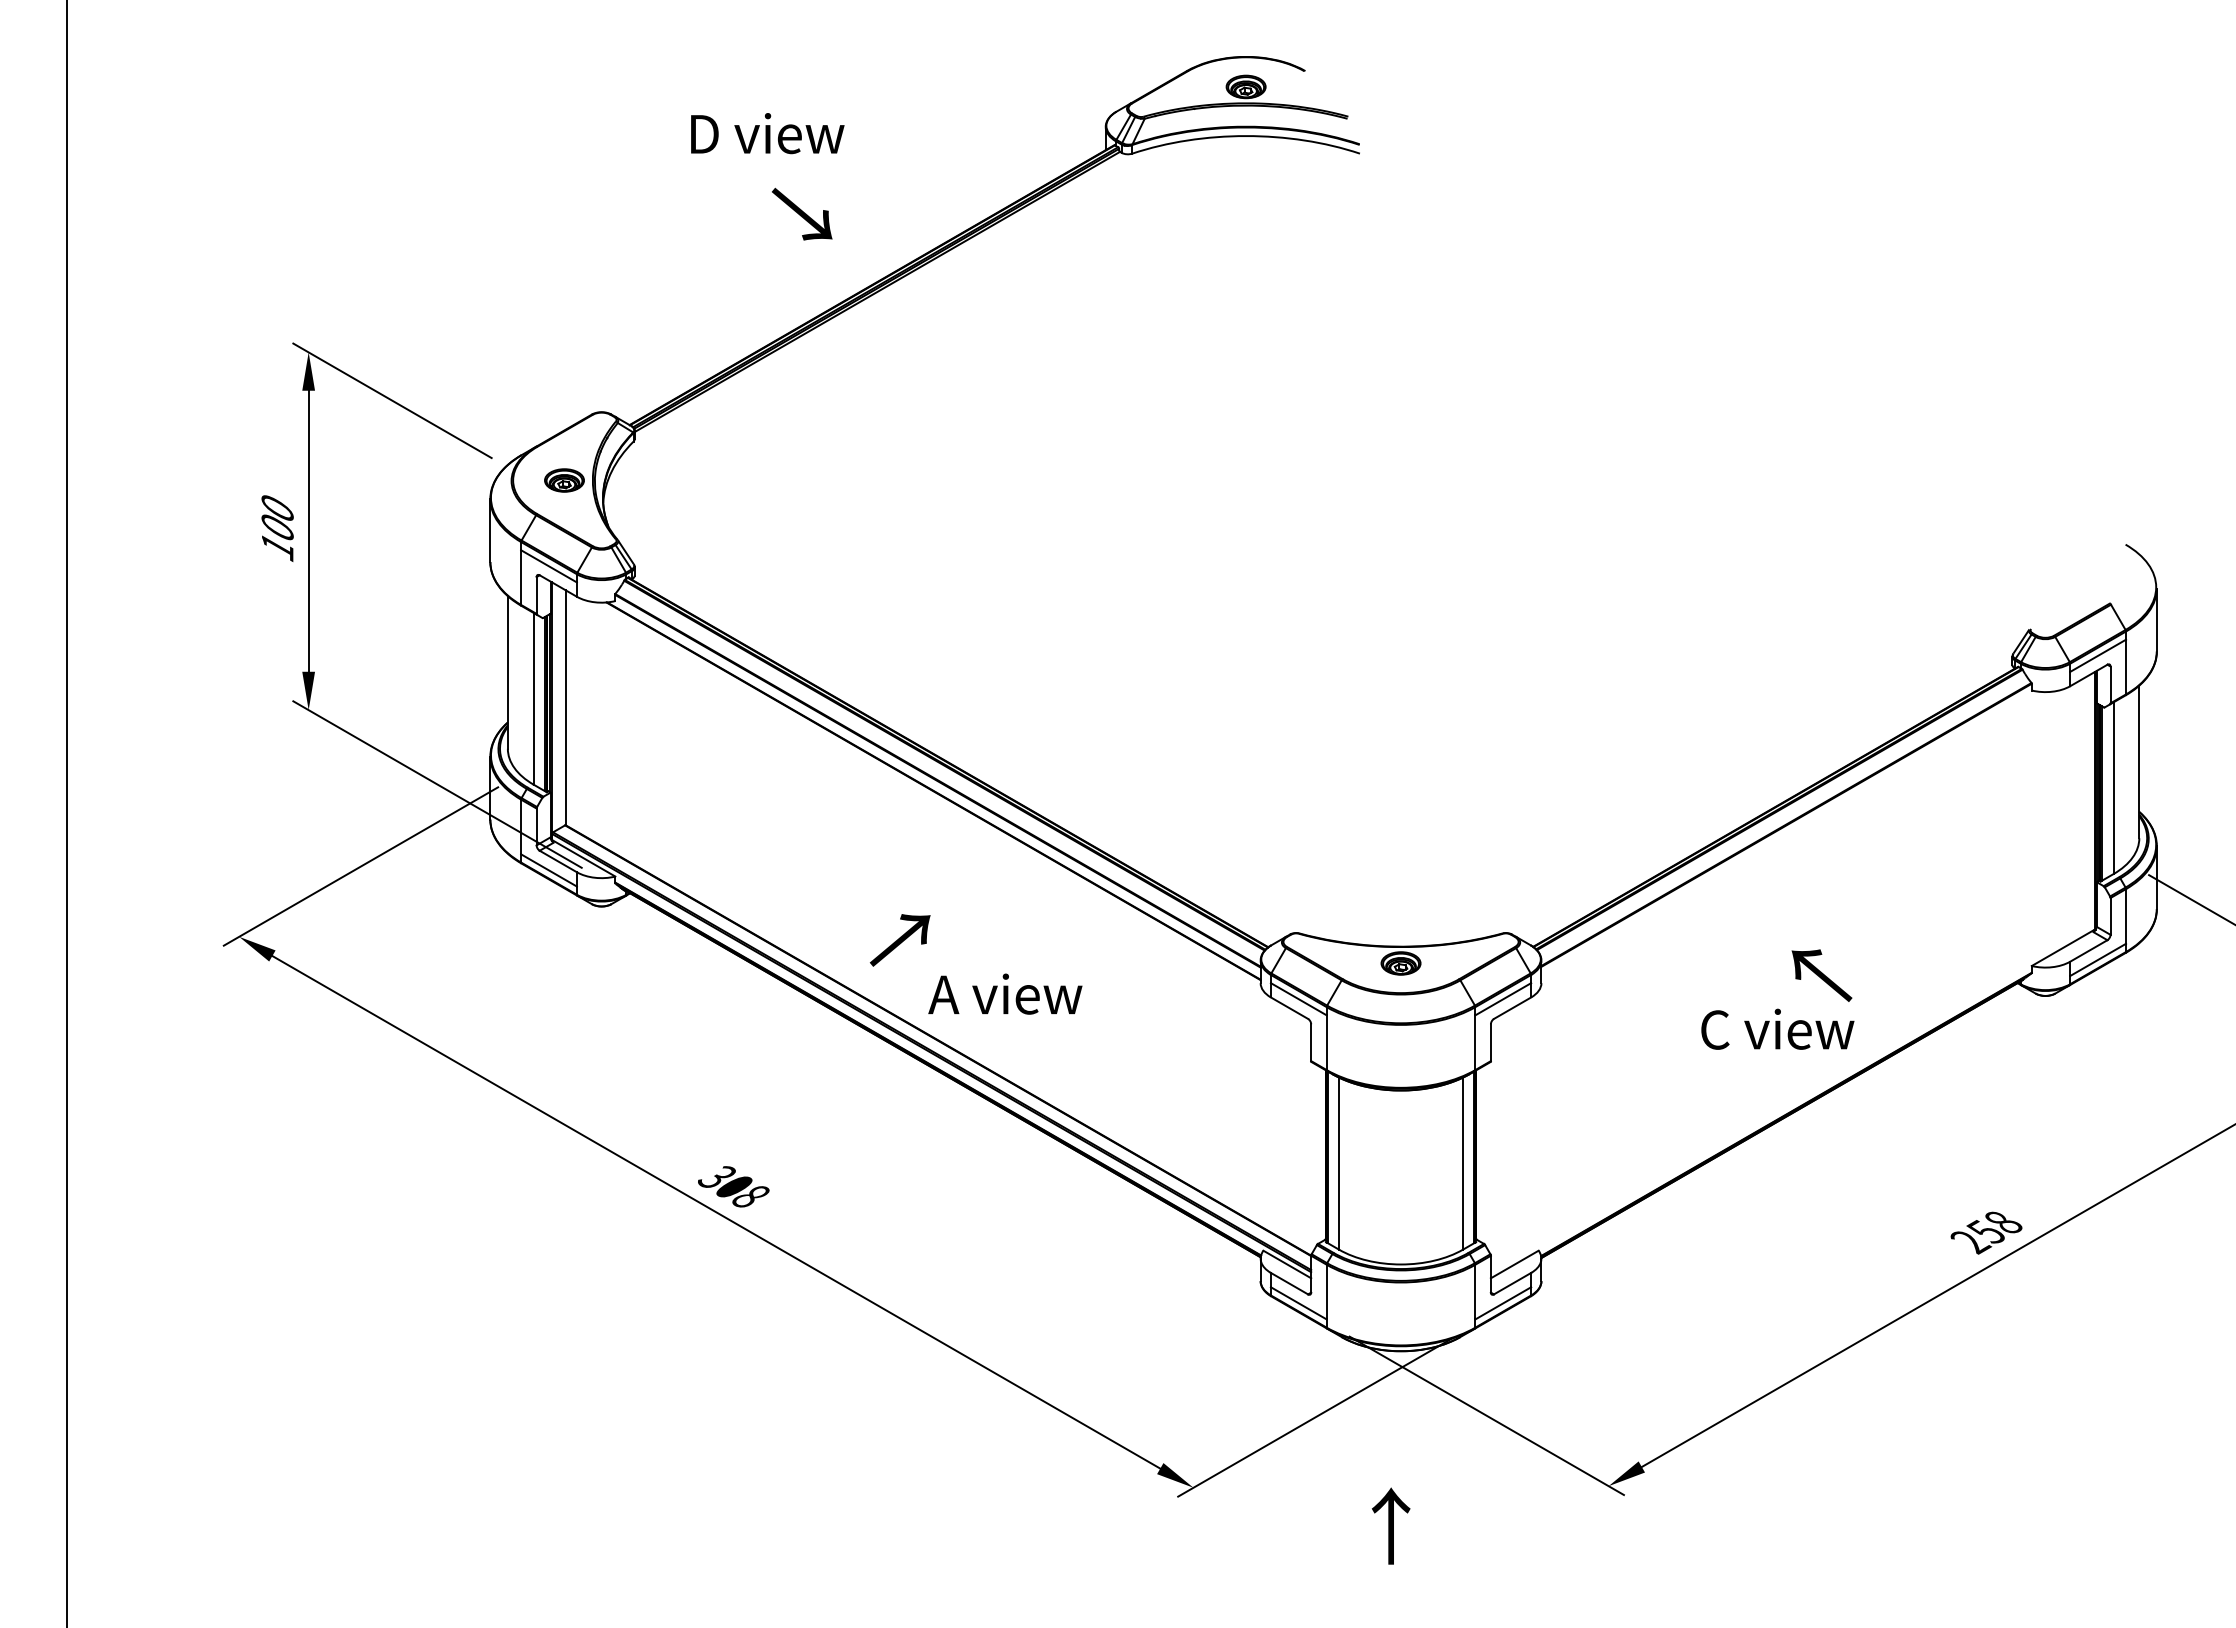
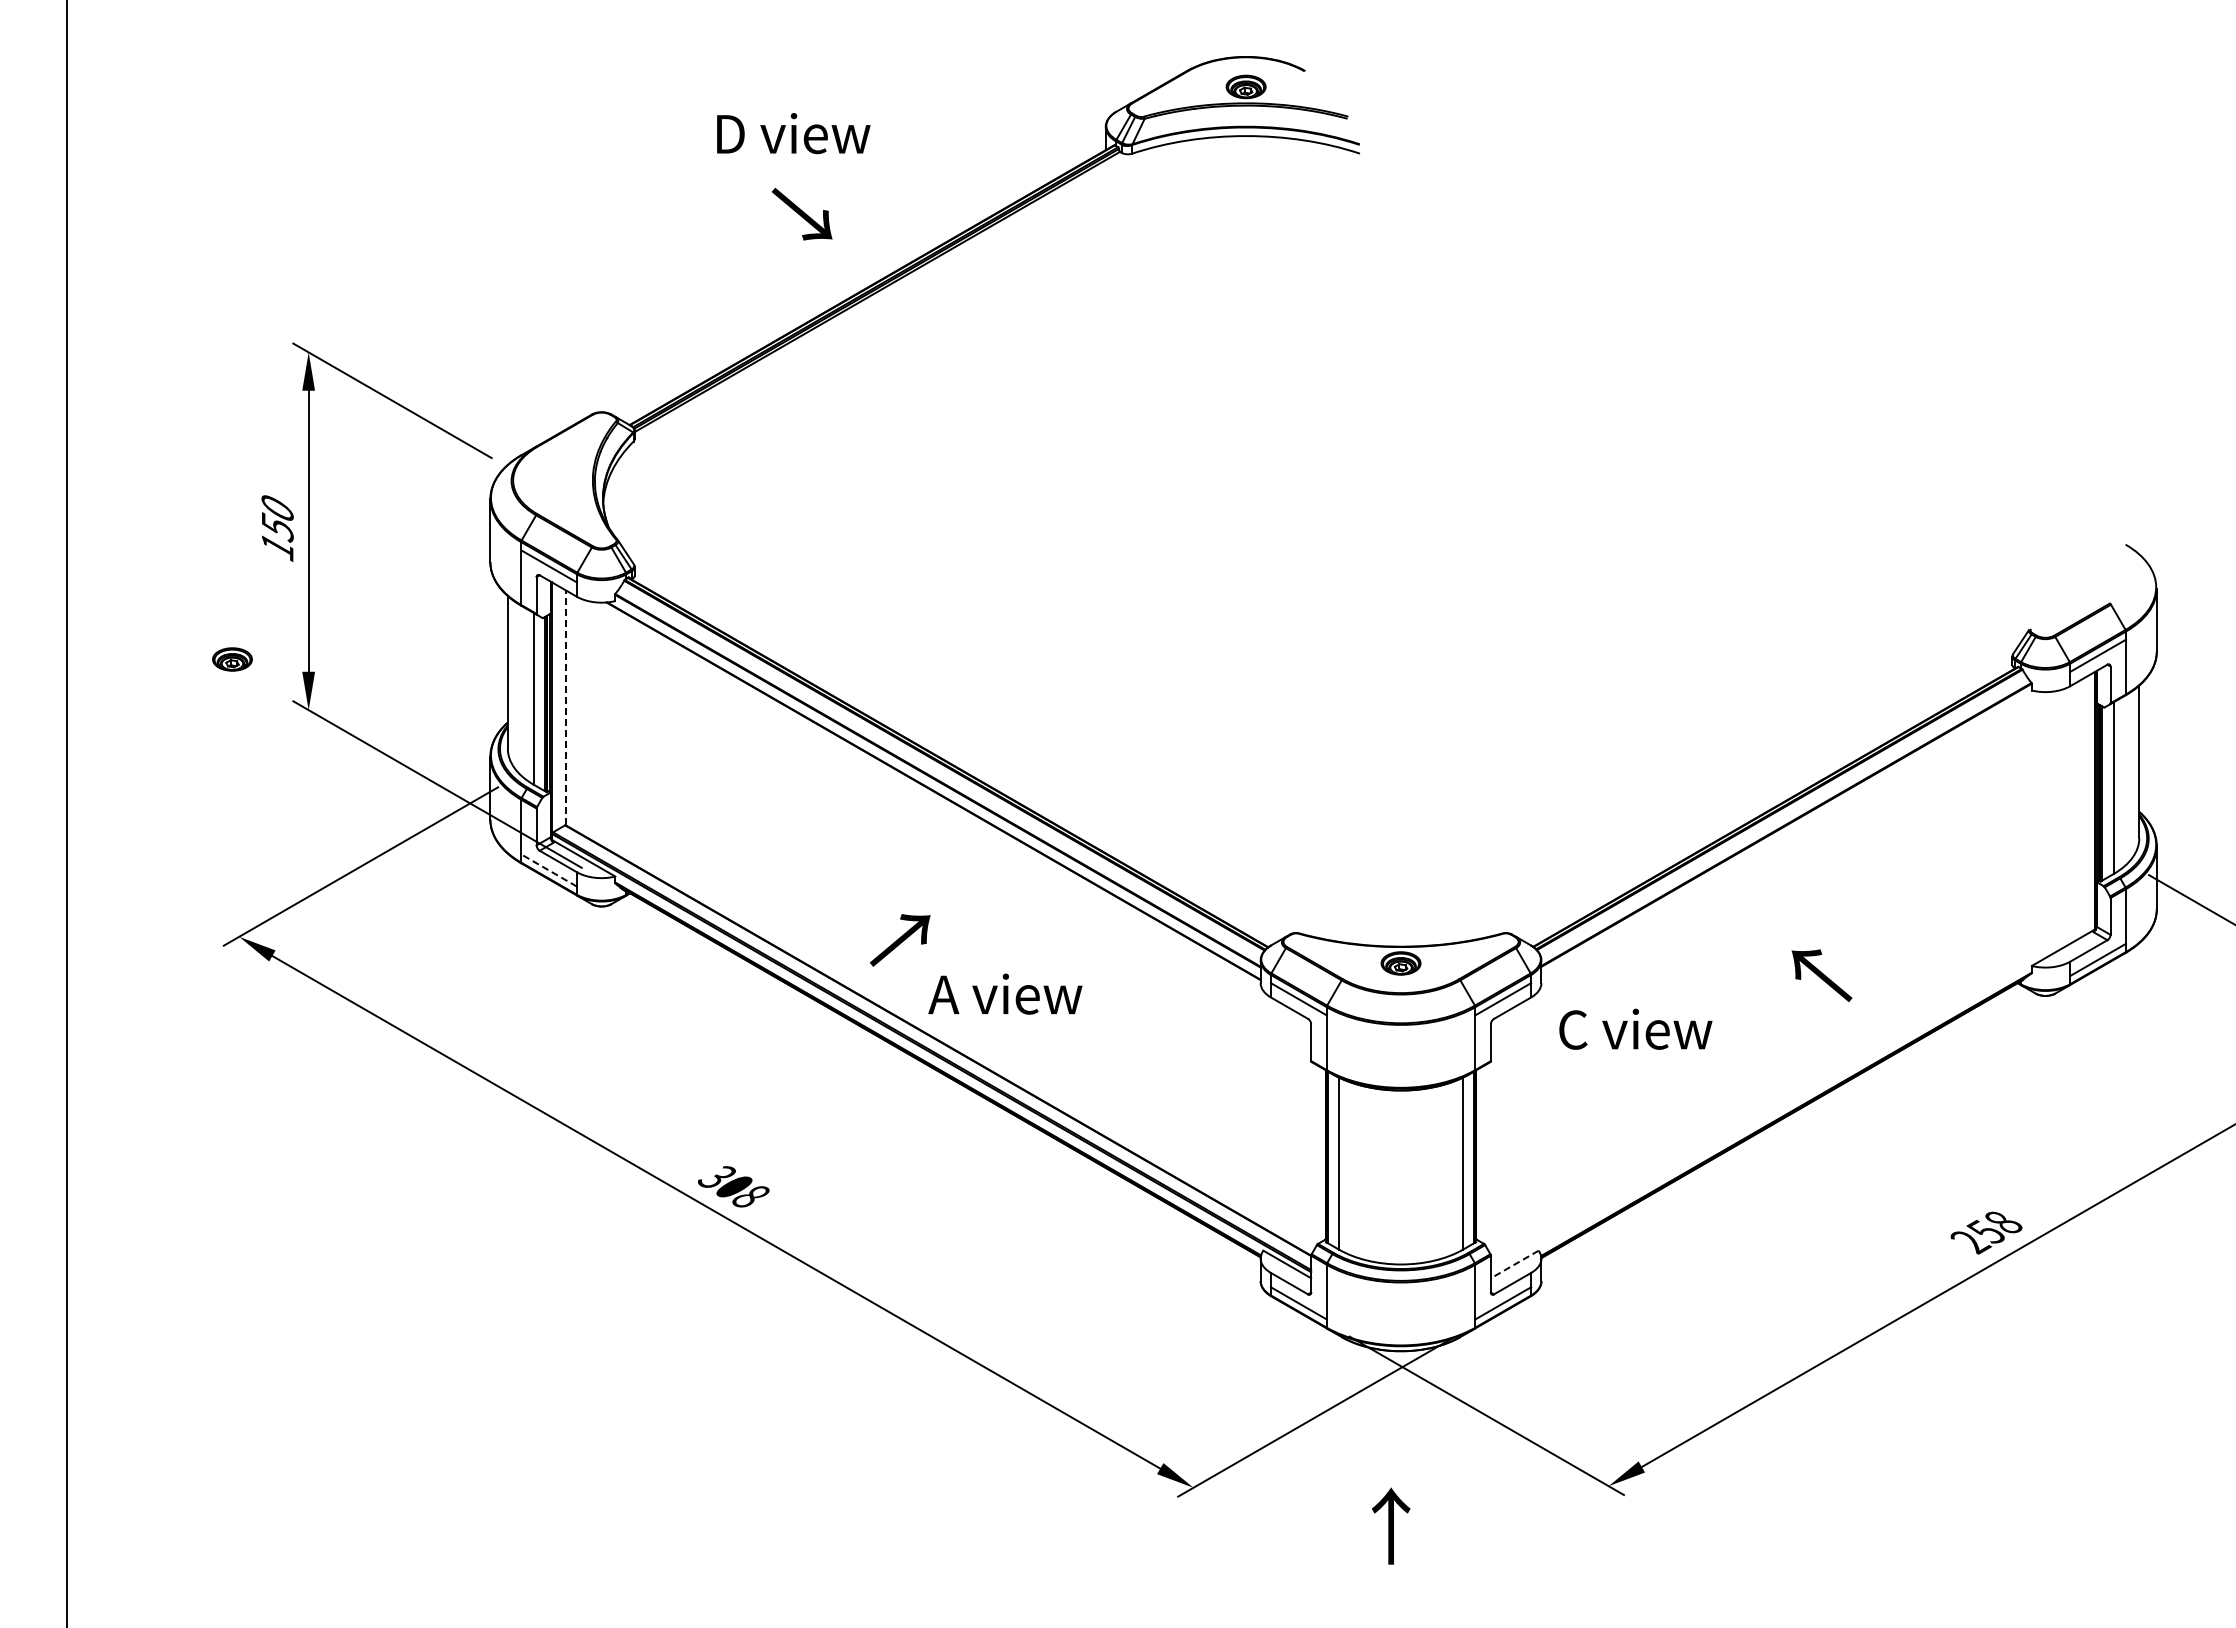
text at (767, 133) position: (767, 133) -> (793, 133)
part at (564, 480) position: (564, 480) -> (232, 659)
text at (277, 527): 100 -> 150
line at (566, 707): solid -> dashed
line at (548, 870): solid -> dashed
text at (1777, 1028) position: (1777, 1028) -> (1635, 1028)
line at (1514, 1264): solid -> dashed
